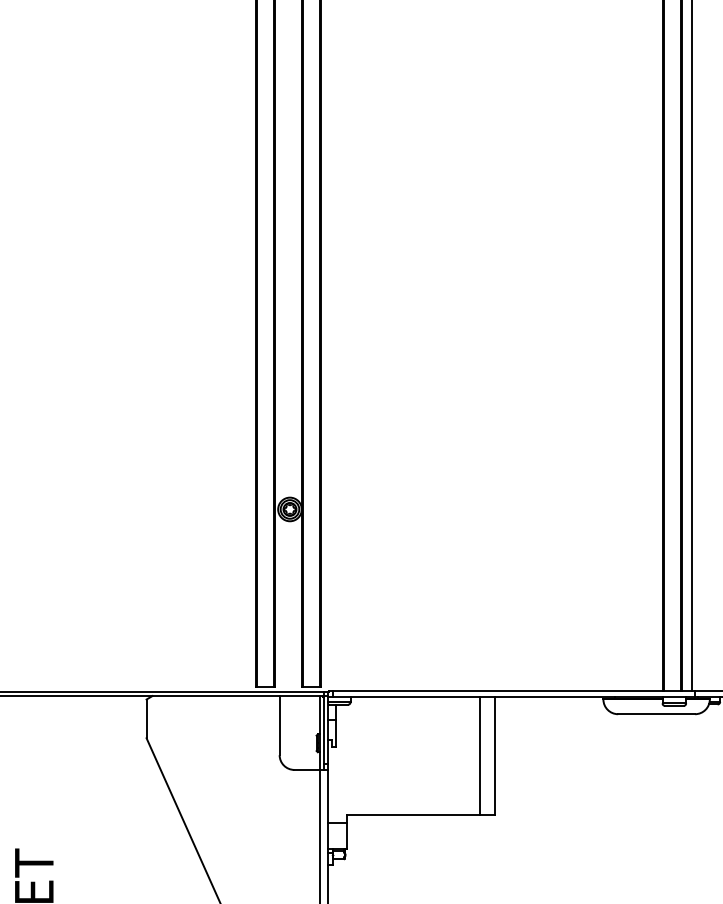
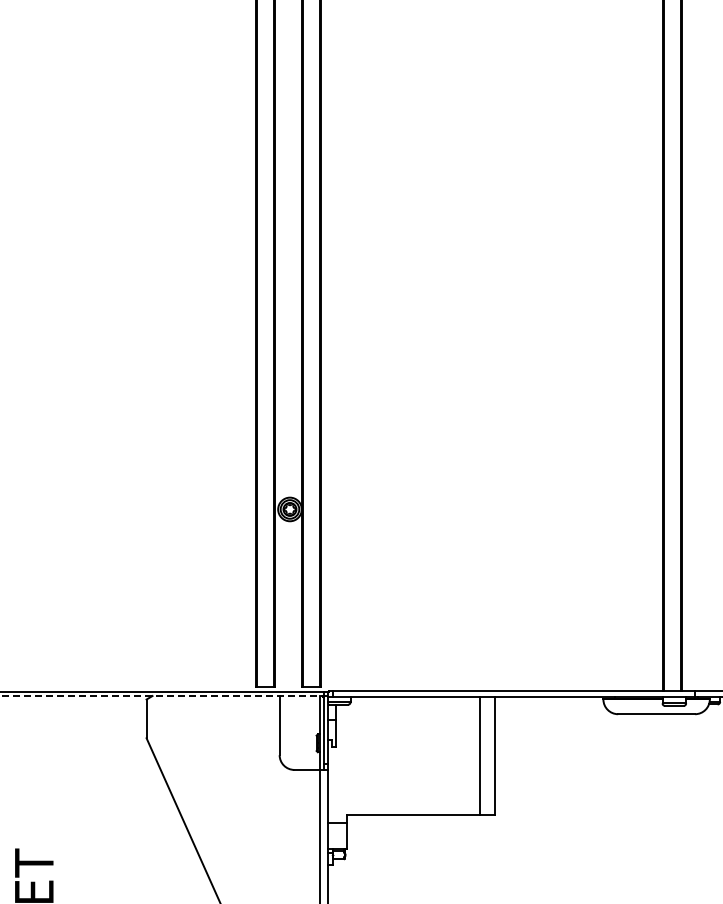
line at (692, 346): present -> none
line at (164, 696): solid -> dashed
